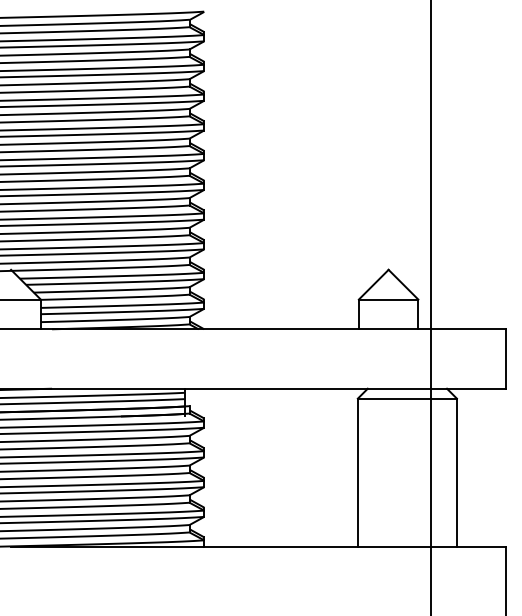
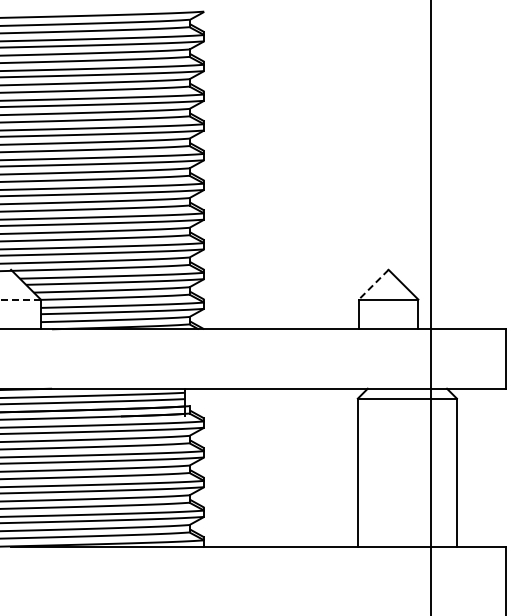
line at (373, 285): solid -> dashed
line at (20, 299): solid -> dashed
